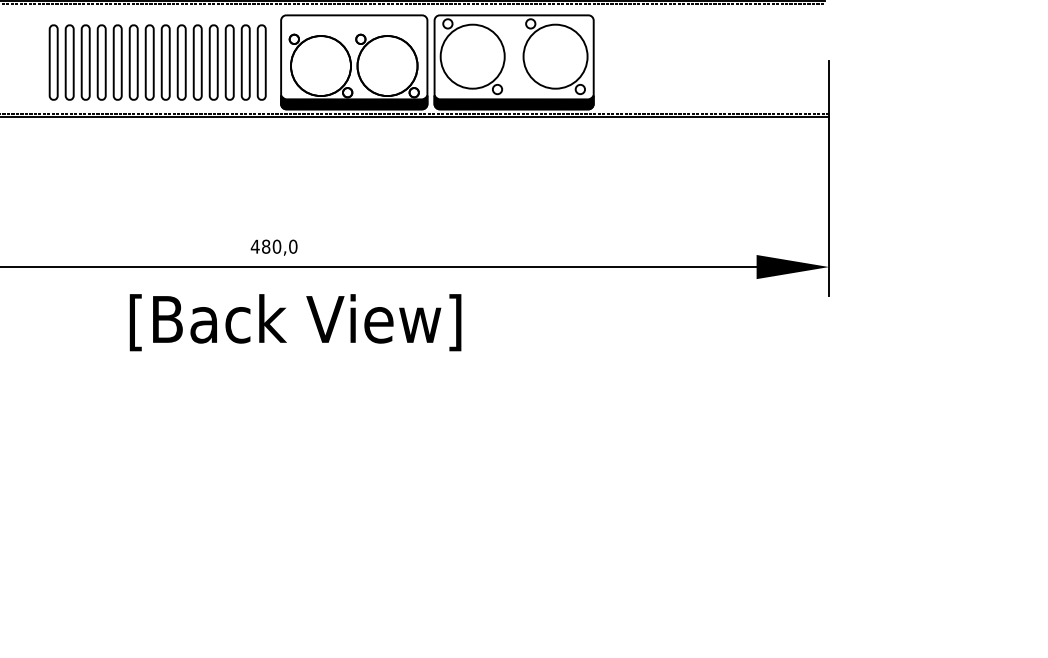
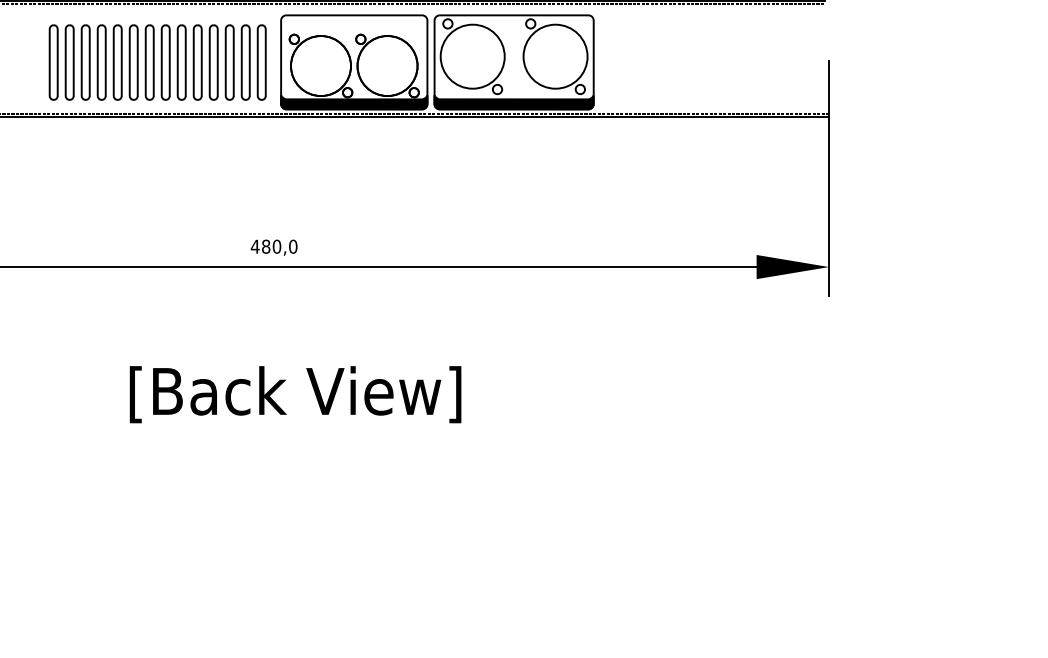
text at (295, 322) position: (295, 322) -> (295, 394)
